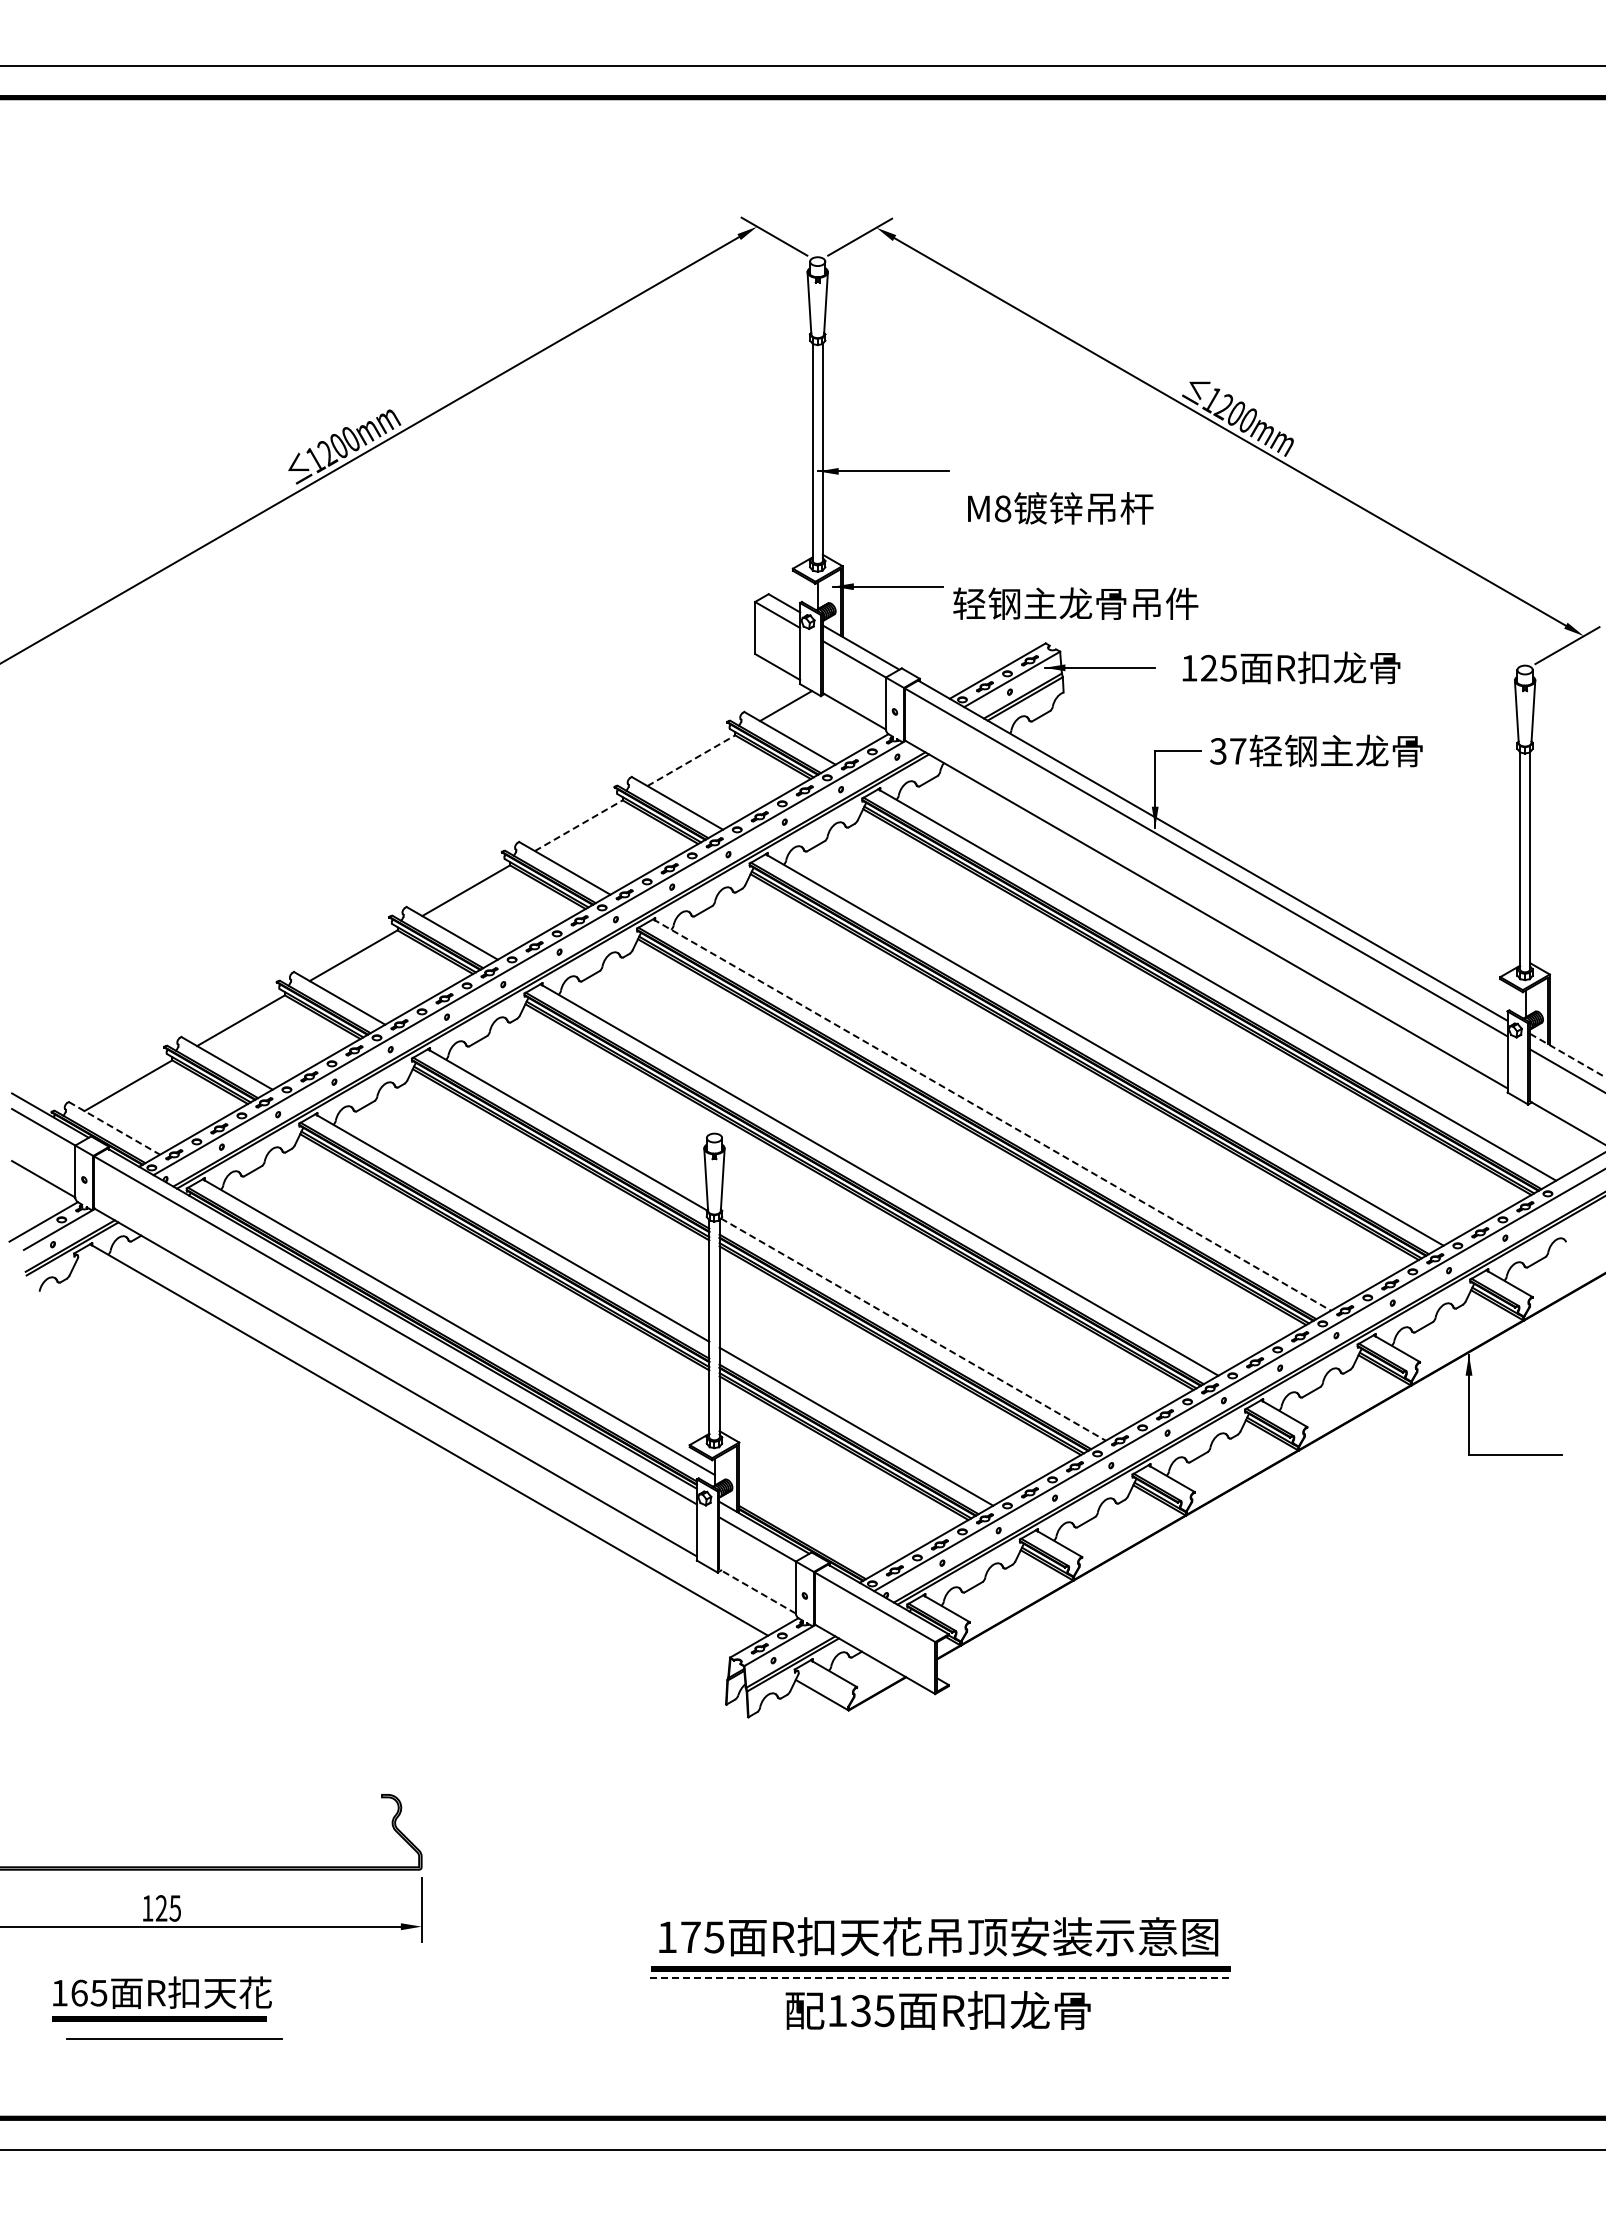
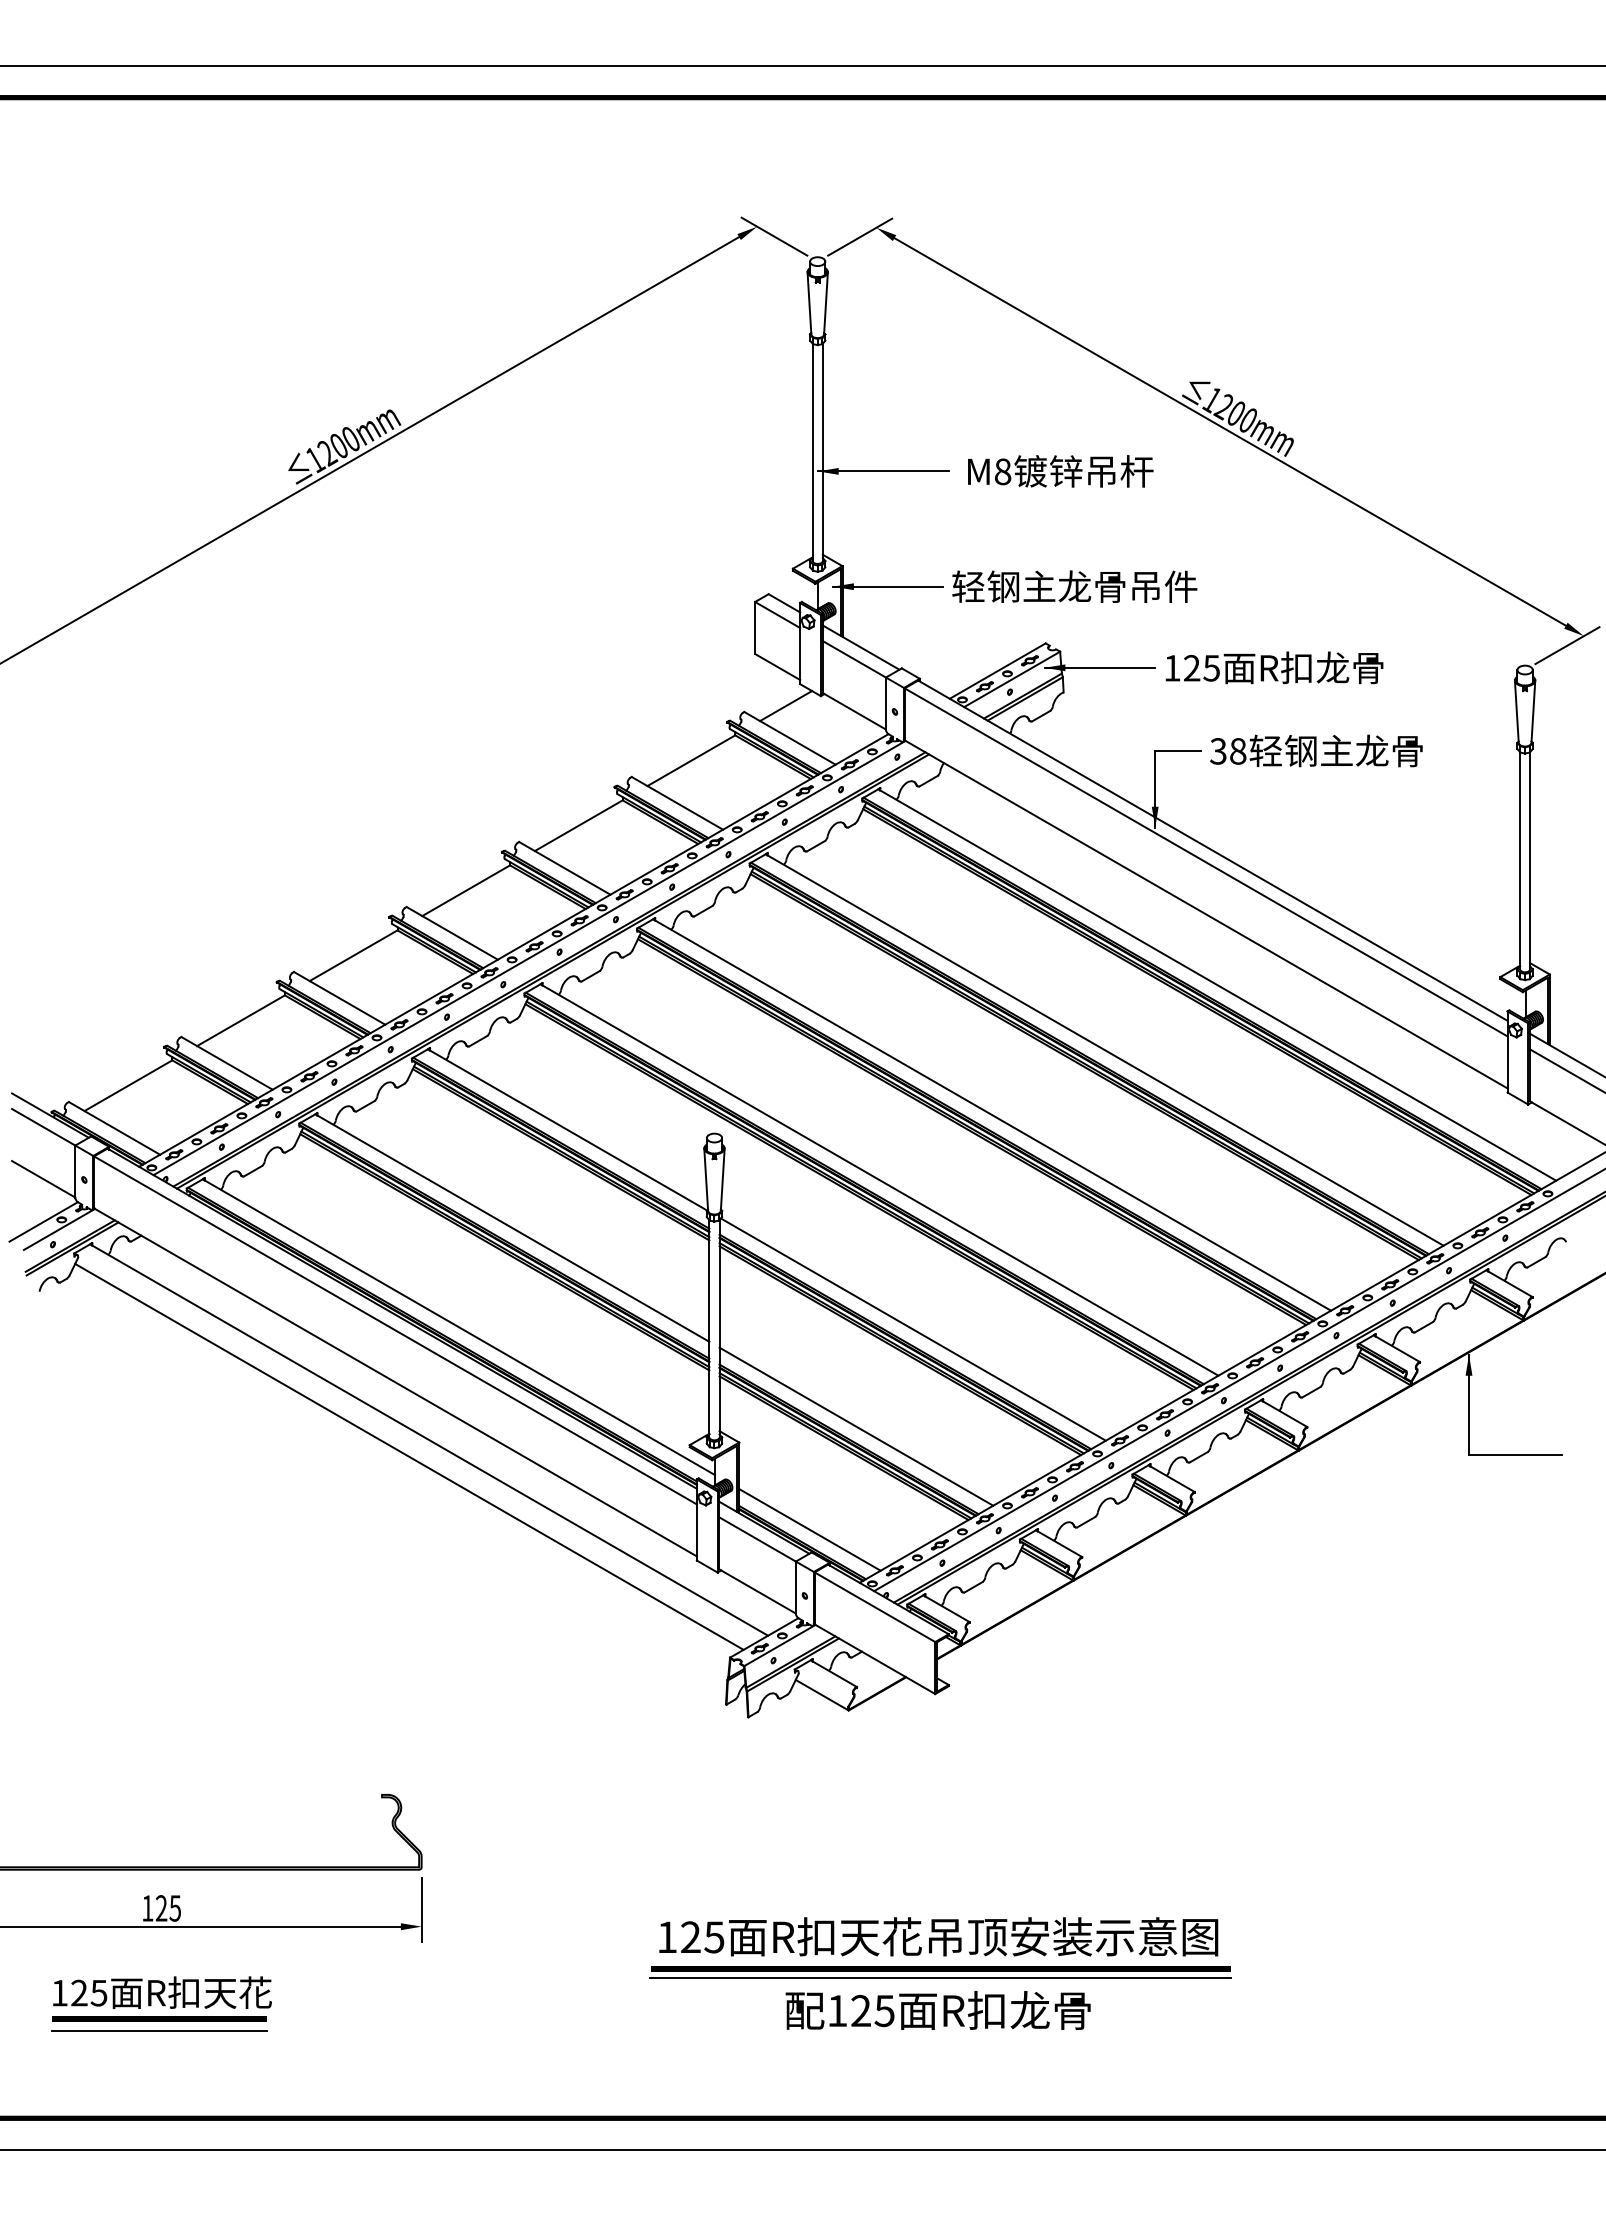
text at (1060, 508) position: (1060, 508) -> (1060, 471)
text at (1075, 603) position: (1075, 603) -> (1074, 586)
text at (1291, 667) position: (1291, 667) -> (1274, 667)
text at (1238, 751): 37 -> 38
line at (691, 760): dashed -> solid
line at (578, 825): dashed -> solid
line at (1568, 1055): dashed -> solid
line at (992, 1115): dashed -> solid
line at (114, 1128): dashed -> solid
line at (913, 1329): dashed -> solid
line at (409, 1456): none -> present
line at (809, 1529): none -> present
line at (757, 1591): dashed -> solid
text at (690, 1936): 175 -> 125
line at (940, 1978): dashed -> solid
text at (79, 1992): 165 -> 125
text at (860, 2011): 135 -> 125
line at (174, 2038) position: (174, 2038) -> (159, 2030)
